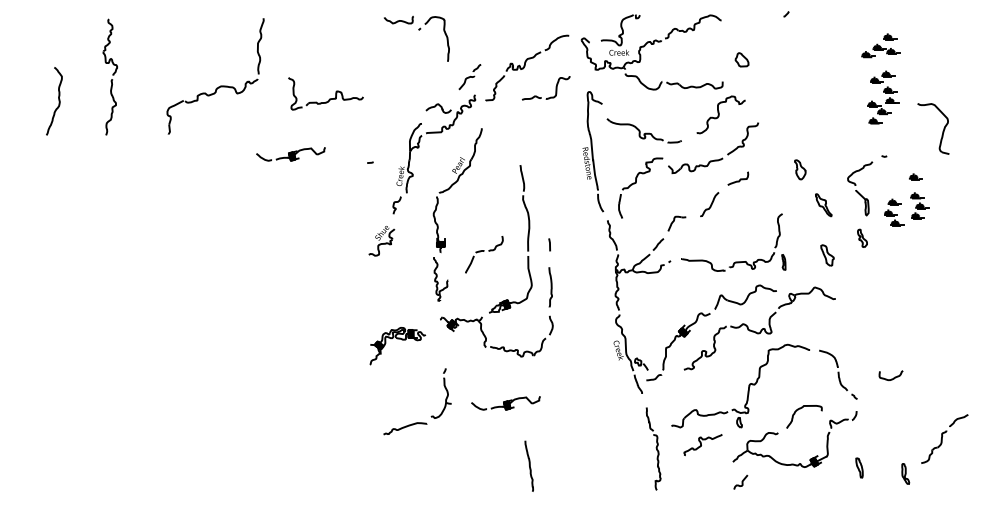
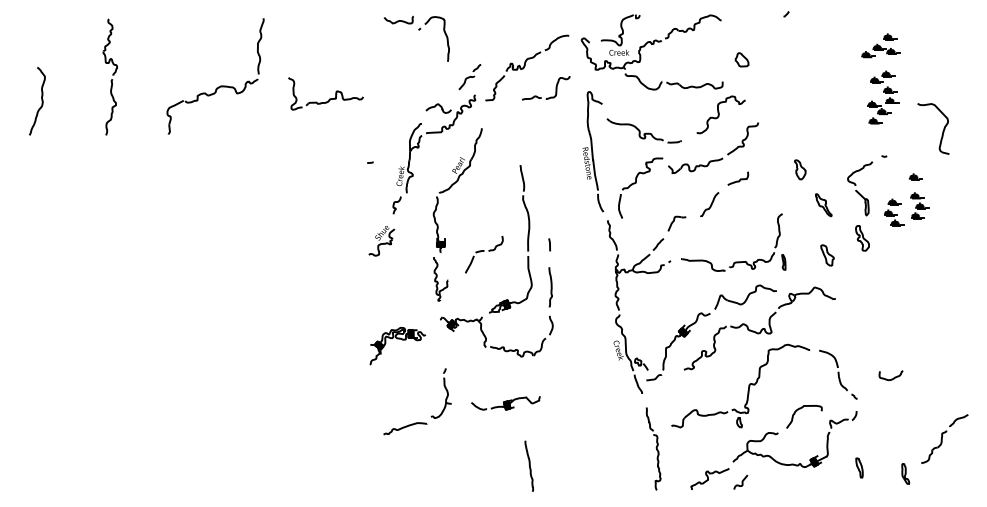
curve at (58, 101) position: (58, 101) -> (41, 101)
part at (290, 154): present -> none
part at (862, 237) size: 11x20 px -> 15x27 px
curve at (701, 445) position: (701, 445) -> (708, 479)
